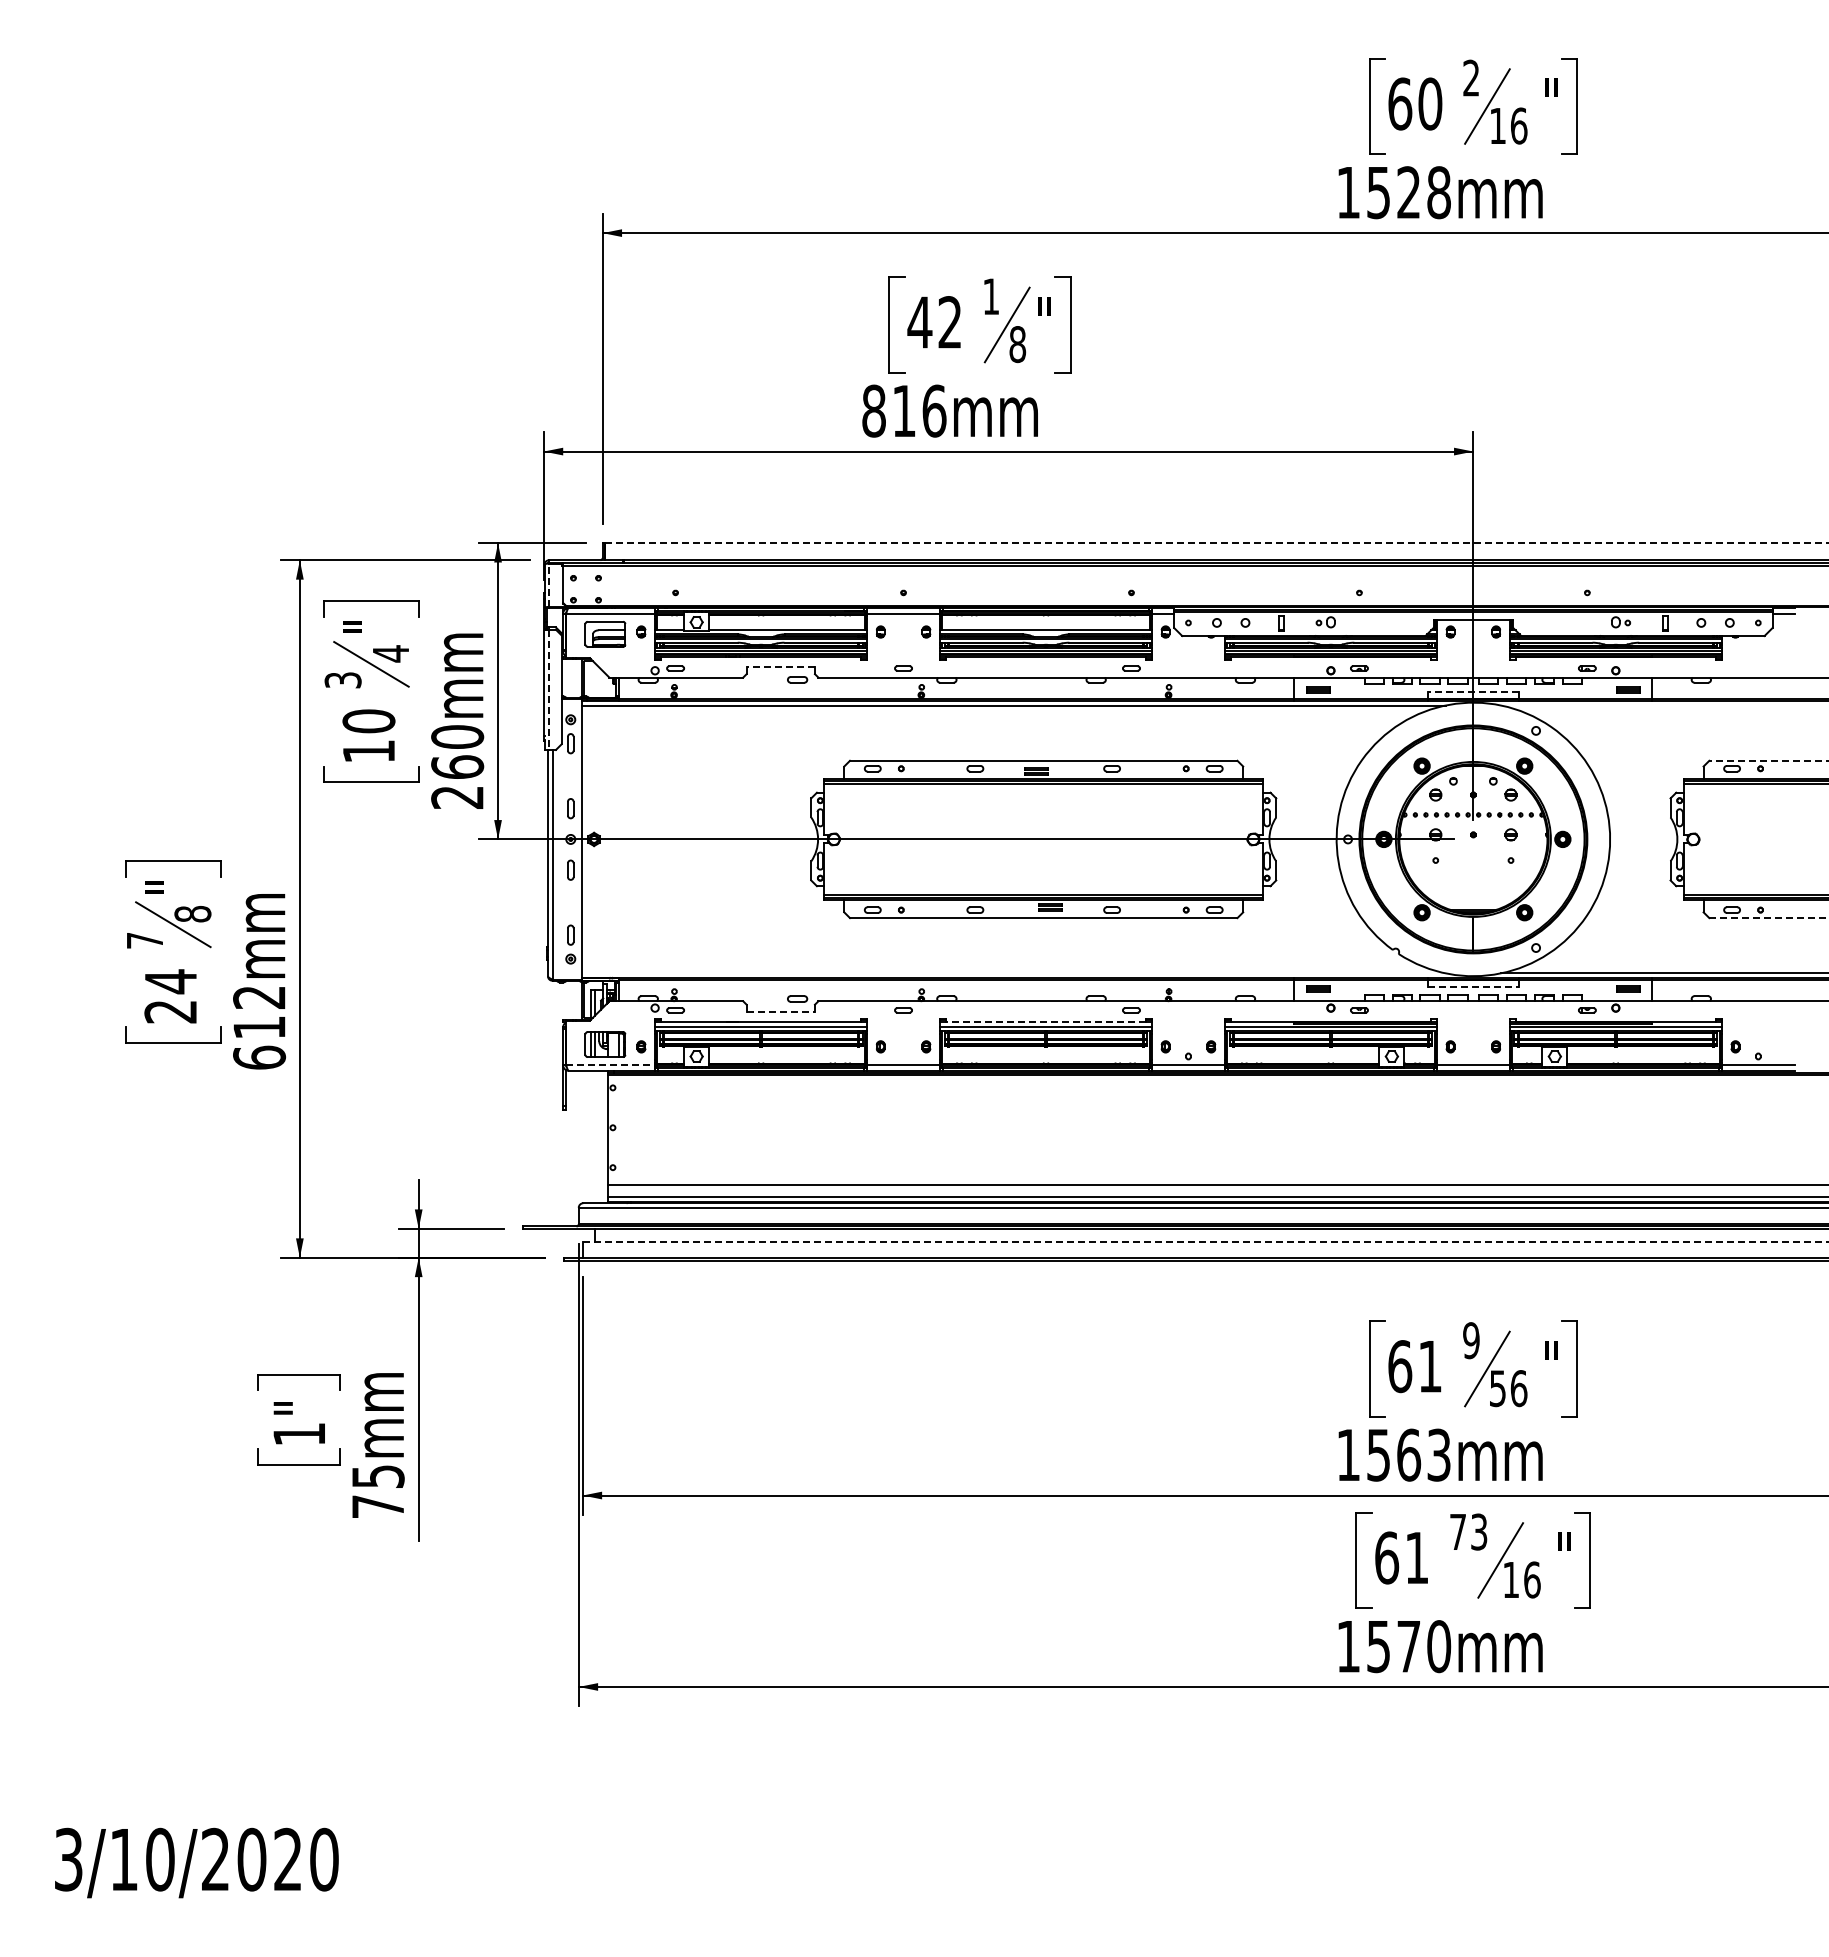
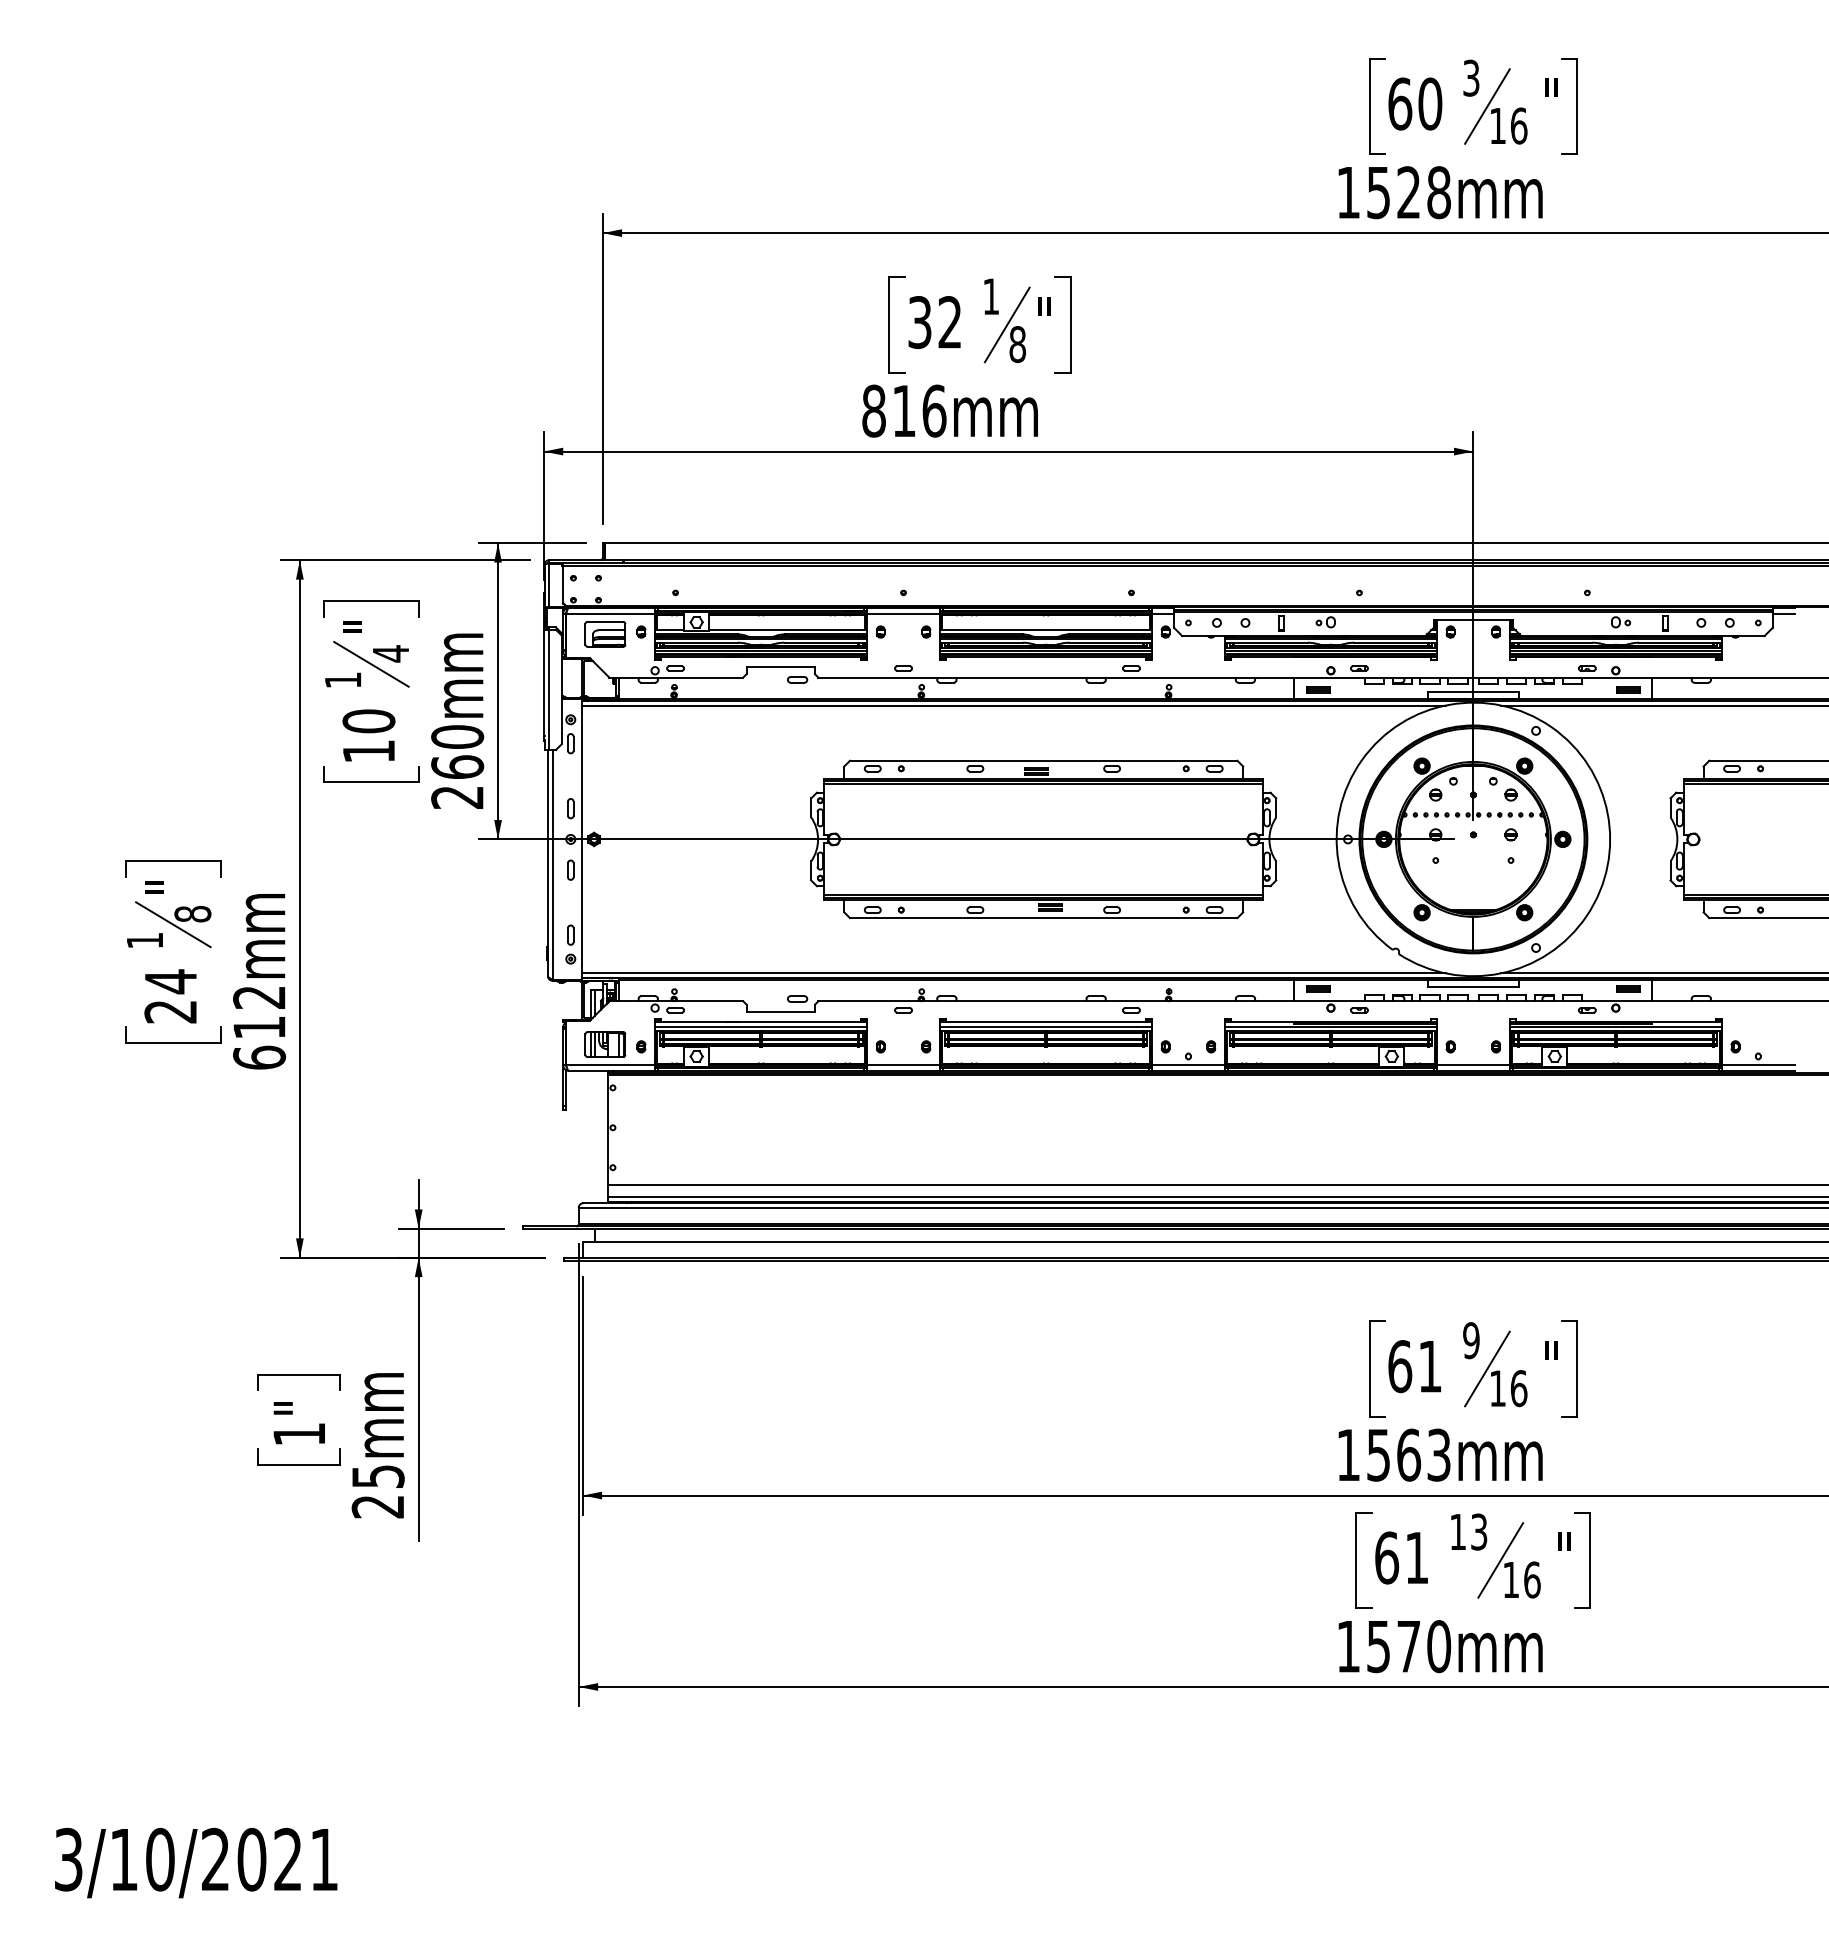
text at (1471, 77): 2 -> 3
text at (919, 322): 42 -> 32
line at (1216, 543): dashed -> solid
line at (549, 585): dashed -> solid
line at (780, 667): dashed -> solid
text at (342, 680): 3 -> 1
line at (549, 690): dashed -> solid
line at (1473, 691): dashed -> solid
line at (1663, 705): none -> present
line at (1768, 760): dashed -> solid
line at (1769, 918): dashed -> solid
text at (144, 940): 7 -> 1
line at (1013, 973): none -> present
line at (1473, 987): dashed -> solid
line at (781, 1011): dashed -> solid
line at (1045, 1021): dashed -> solid
line at (610, 1065): dashed -> solid
line at (1205, 1242): dashed -> solid
text at (1497, 1388): 56 -> 16
text at (377, 1506): 75mm -> 25mm
text at (1457, 1531): 73 -> 13
text at (324, 1859): 3/10/2020 -> 3/10/2021
